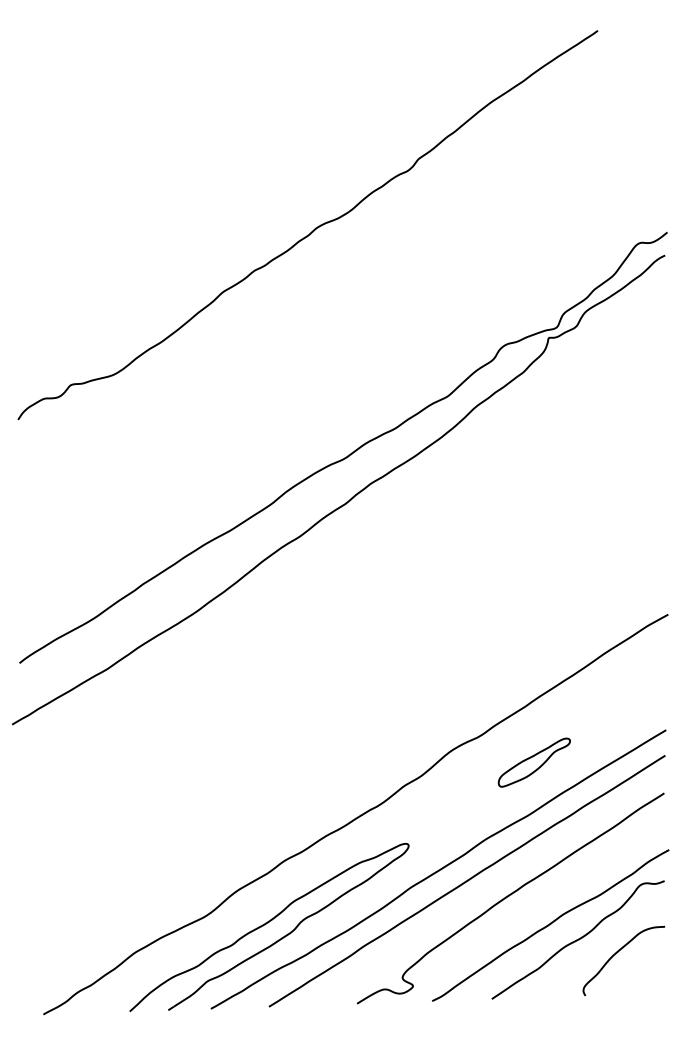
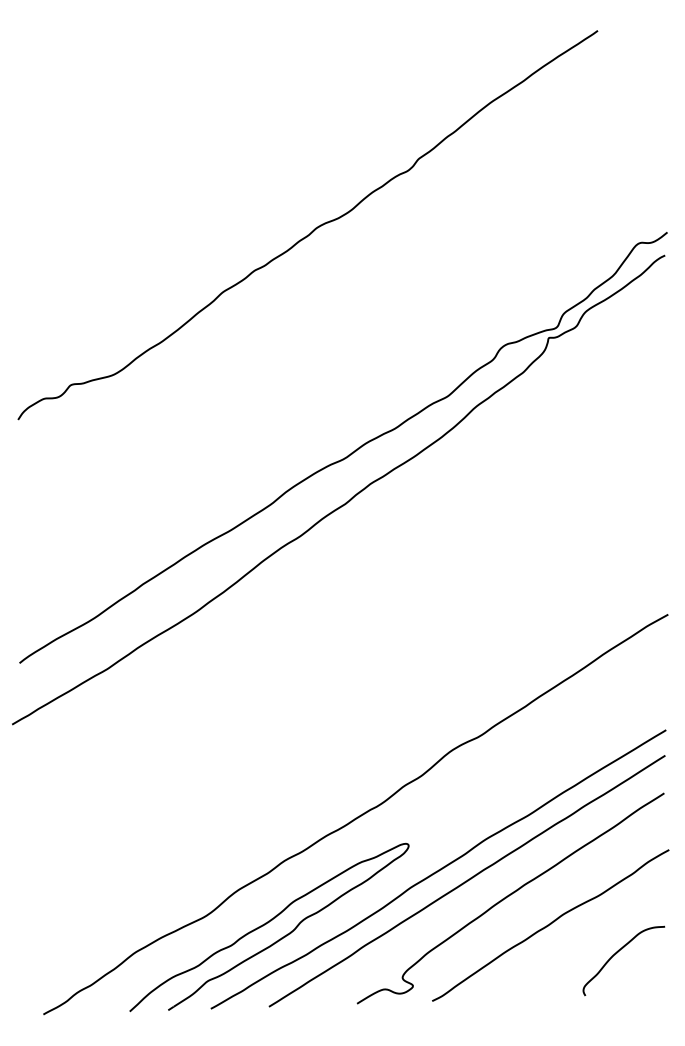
part at (533, 762): present -> none
curve at (577, 939): present -> none
